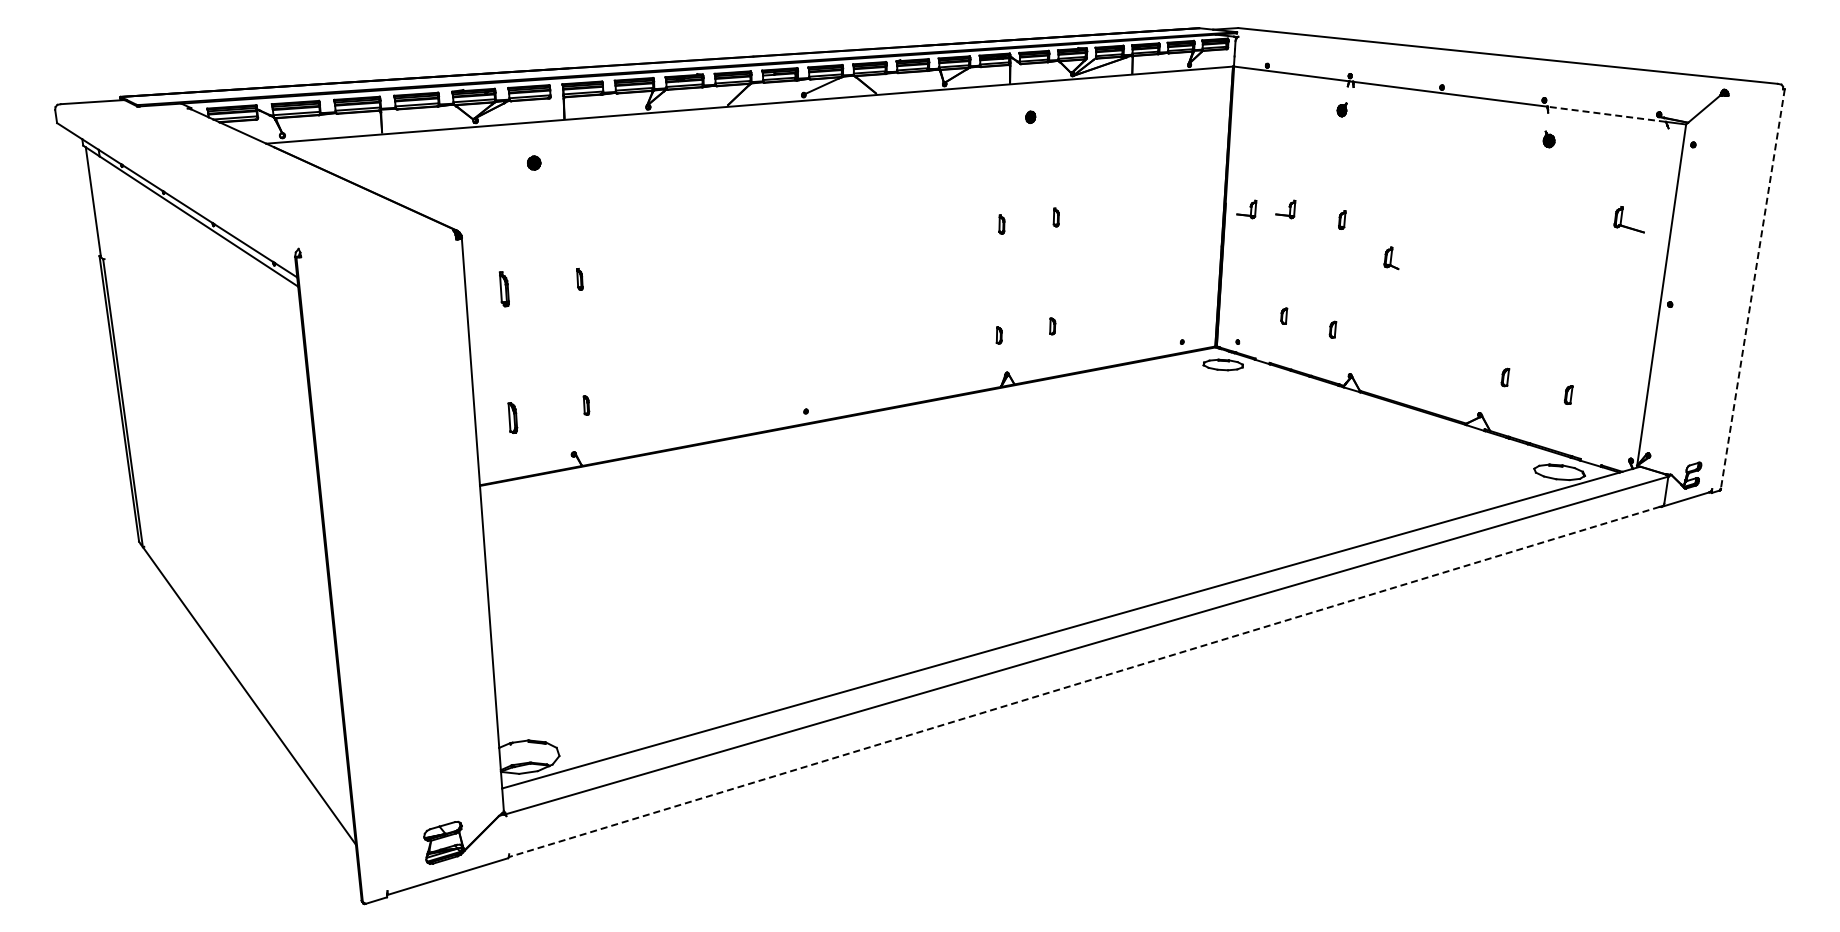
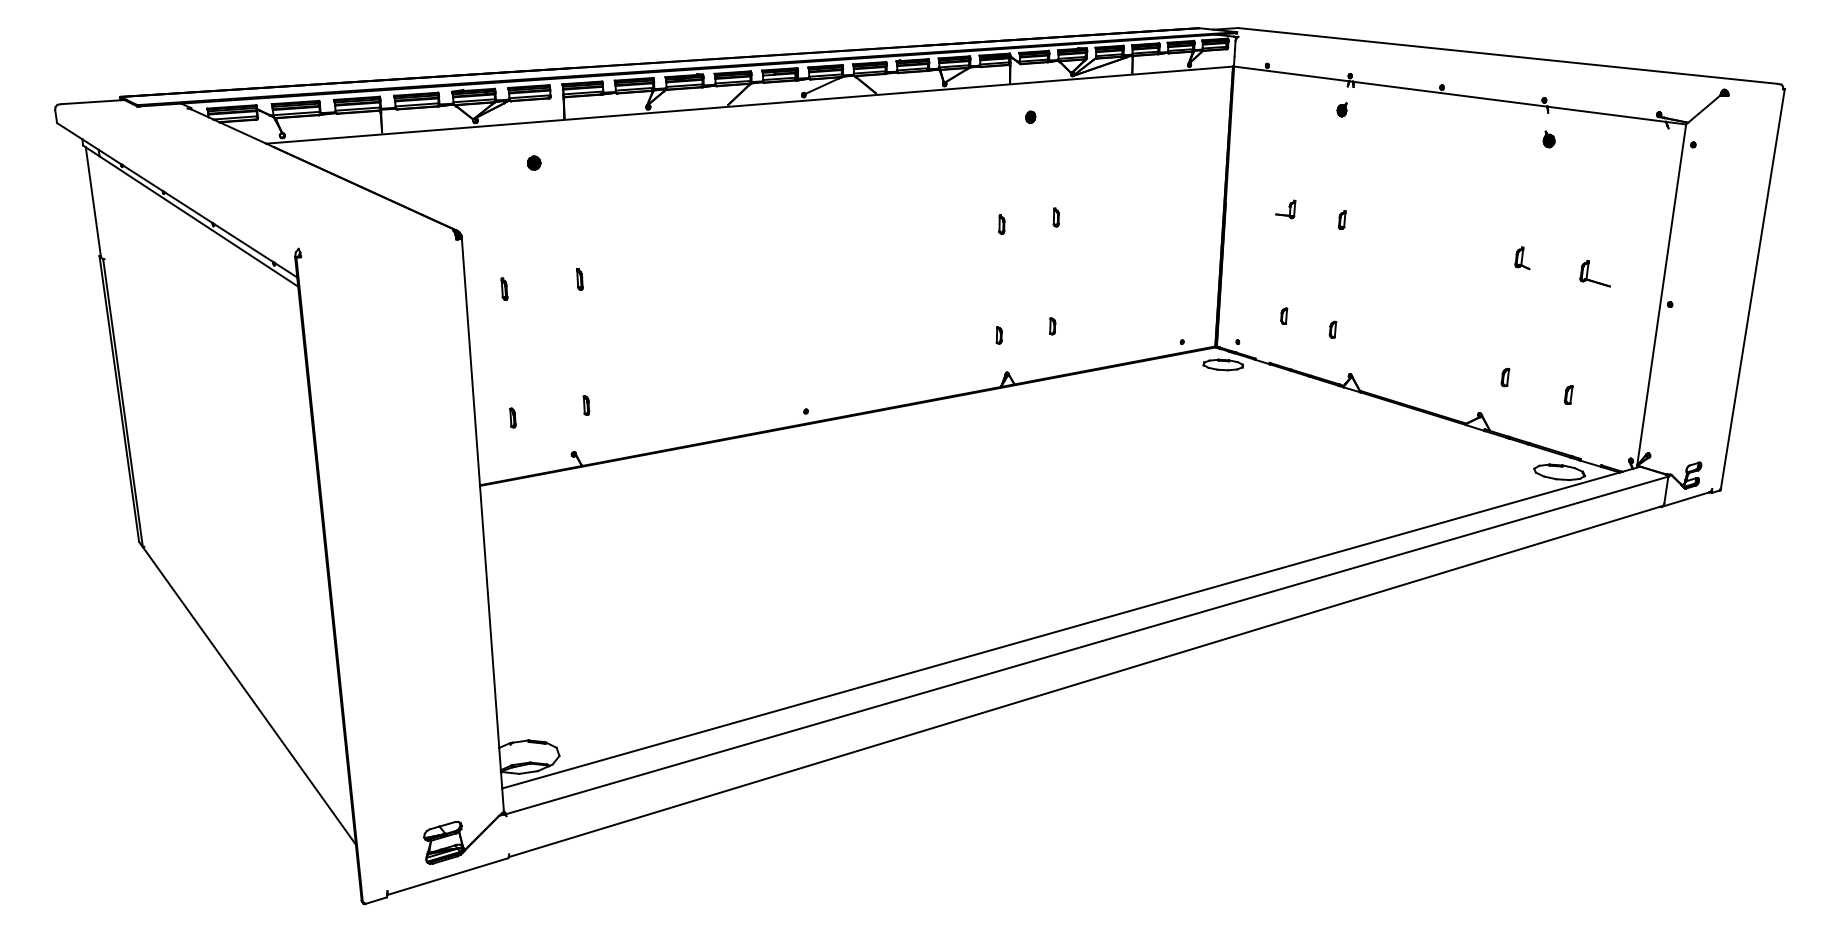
line at (1606, 114): dashed -> solid
part at (1246, 209): present -> none
part at (1628, 219) position: (1628, 219) -> (1594, 273)
part at (1391, 258) position: (1391, 258) -> (1522, 258)
part at (503, 289) size: 12x37 px -> 9x24 px
line at (1752, 289): dashed -> solid
part at (512, 417) size: 12x32 px -> 8x22 px
line at (1083, 682): dashed -> solid
